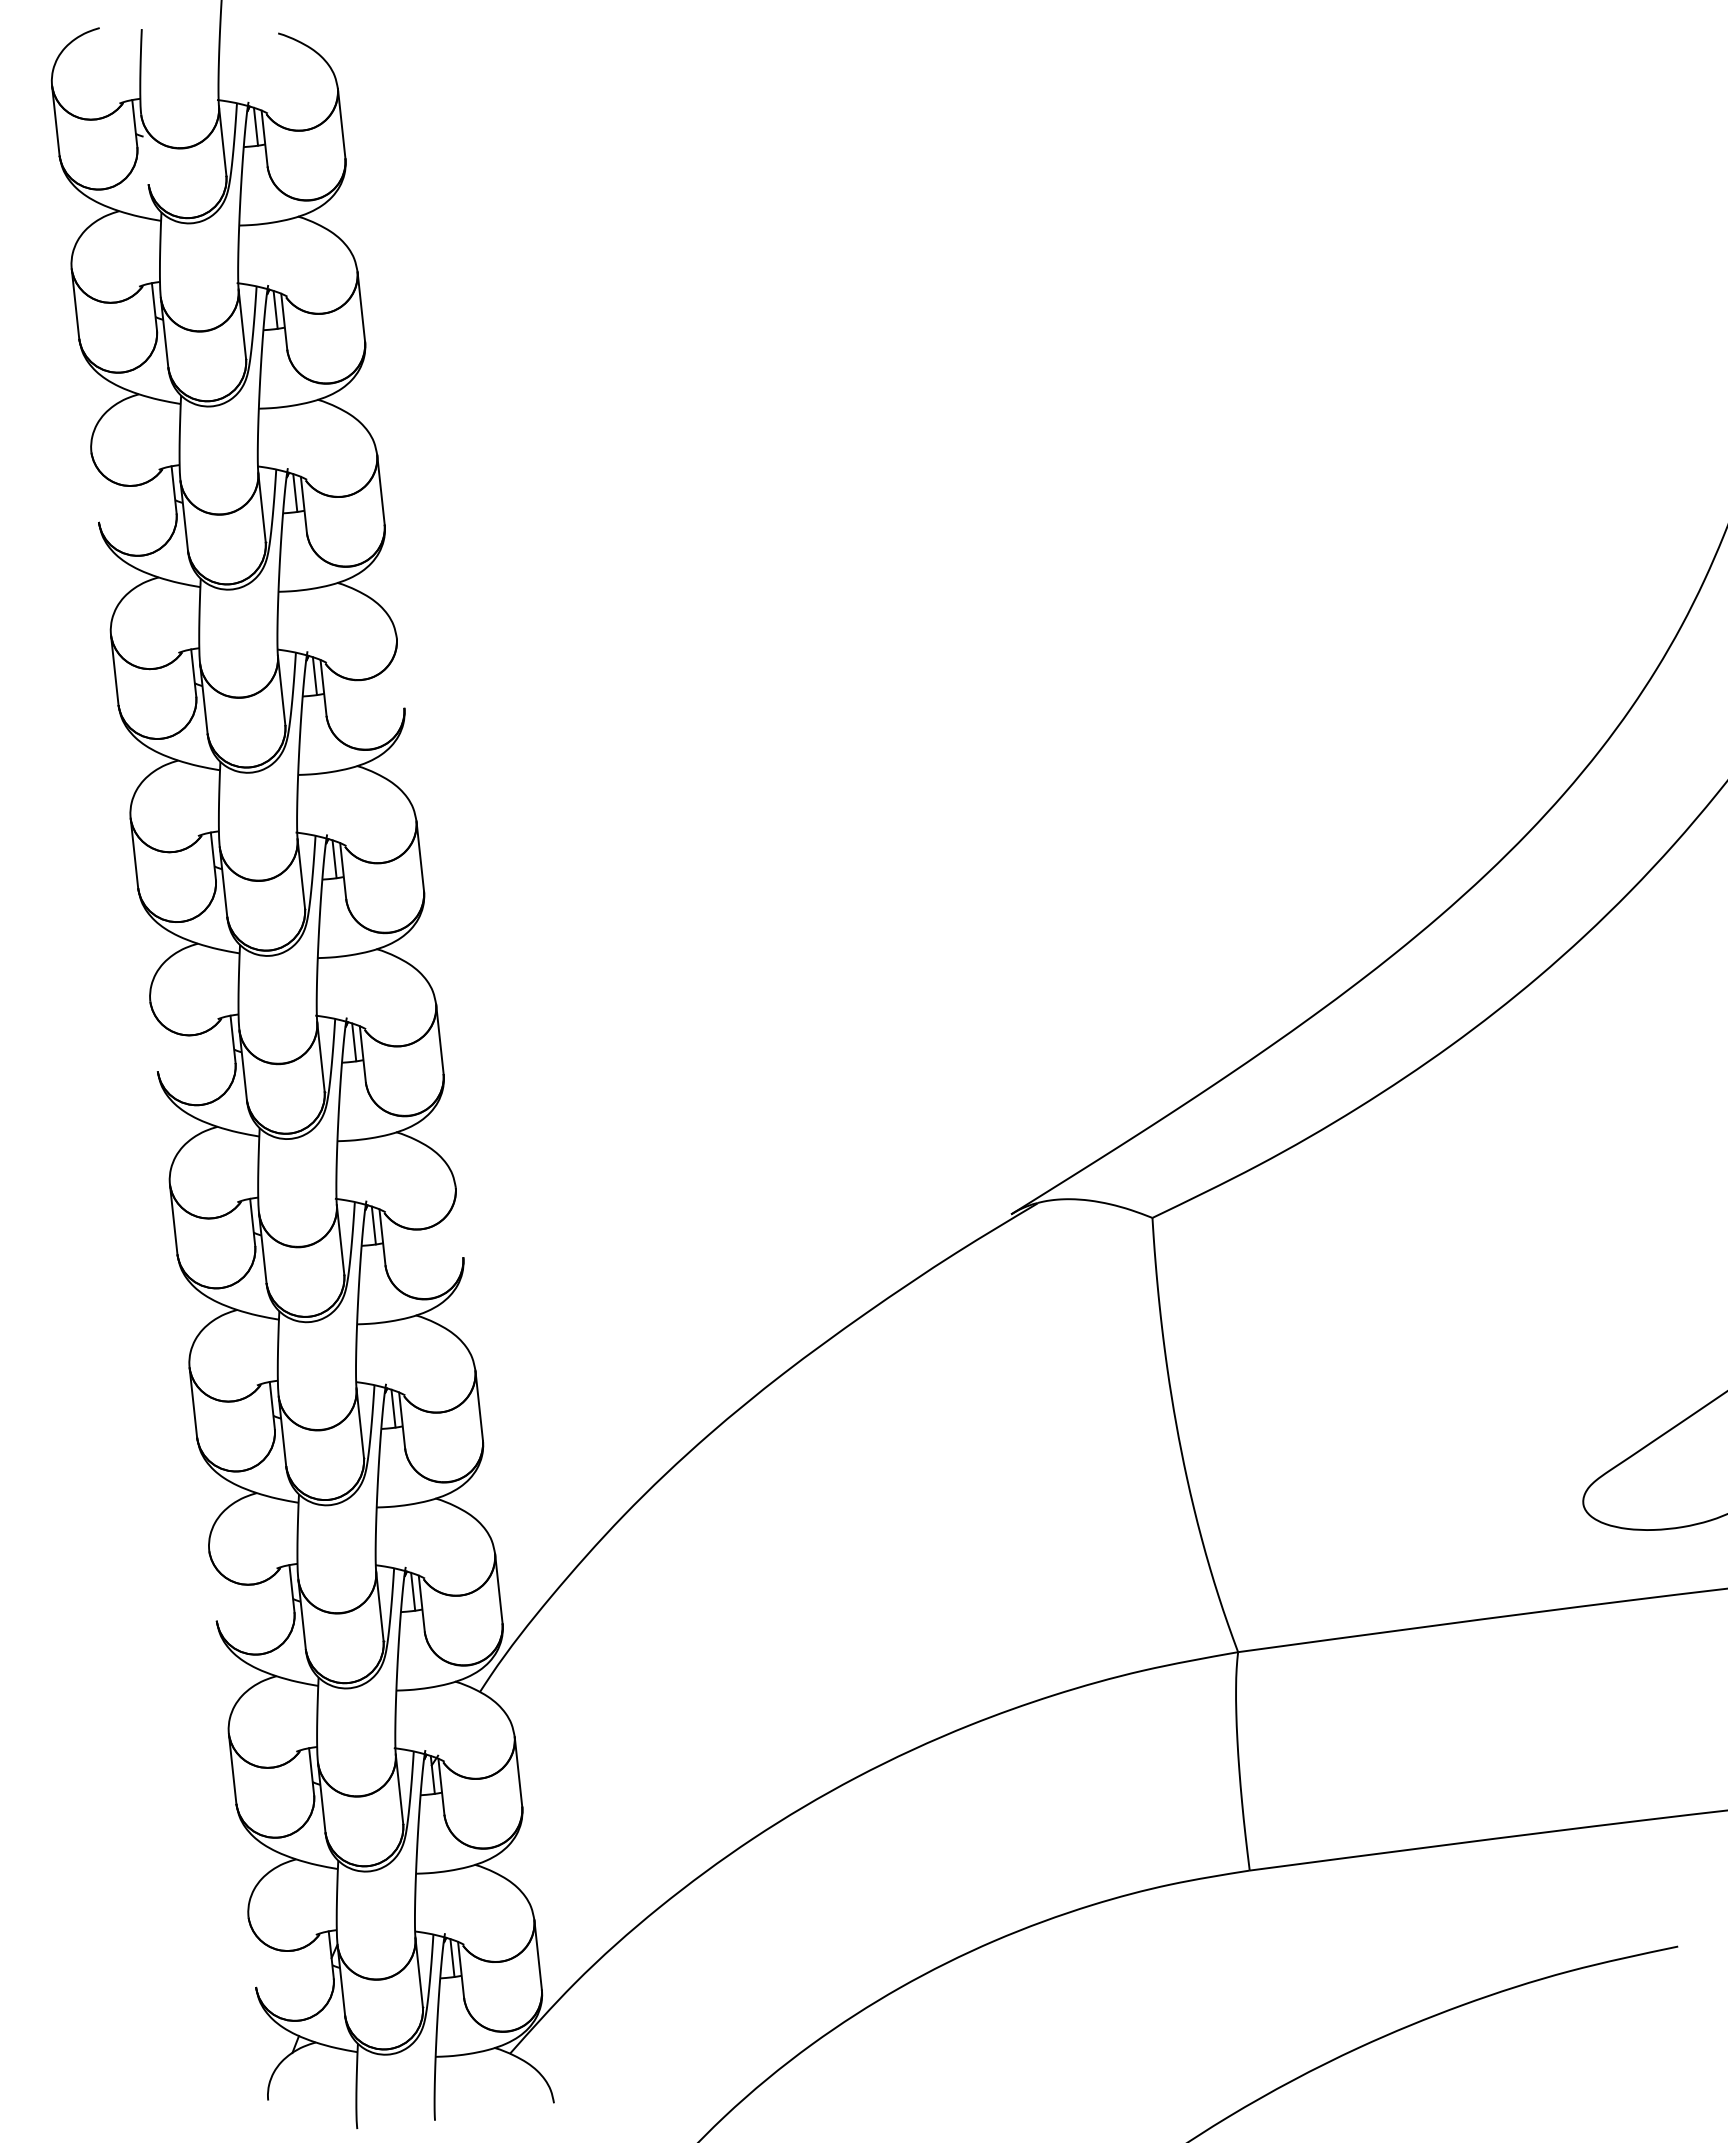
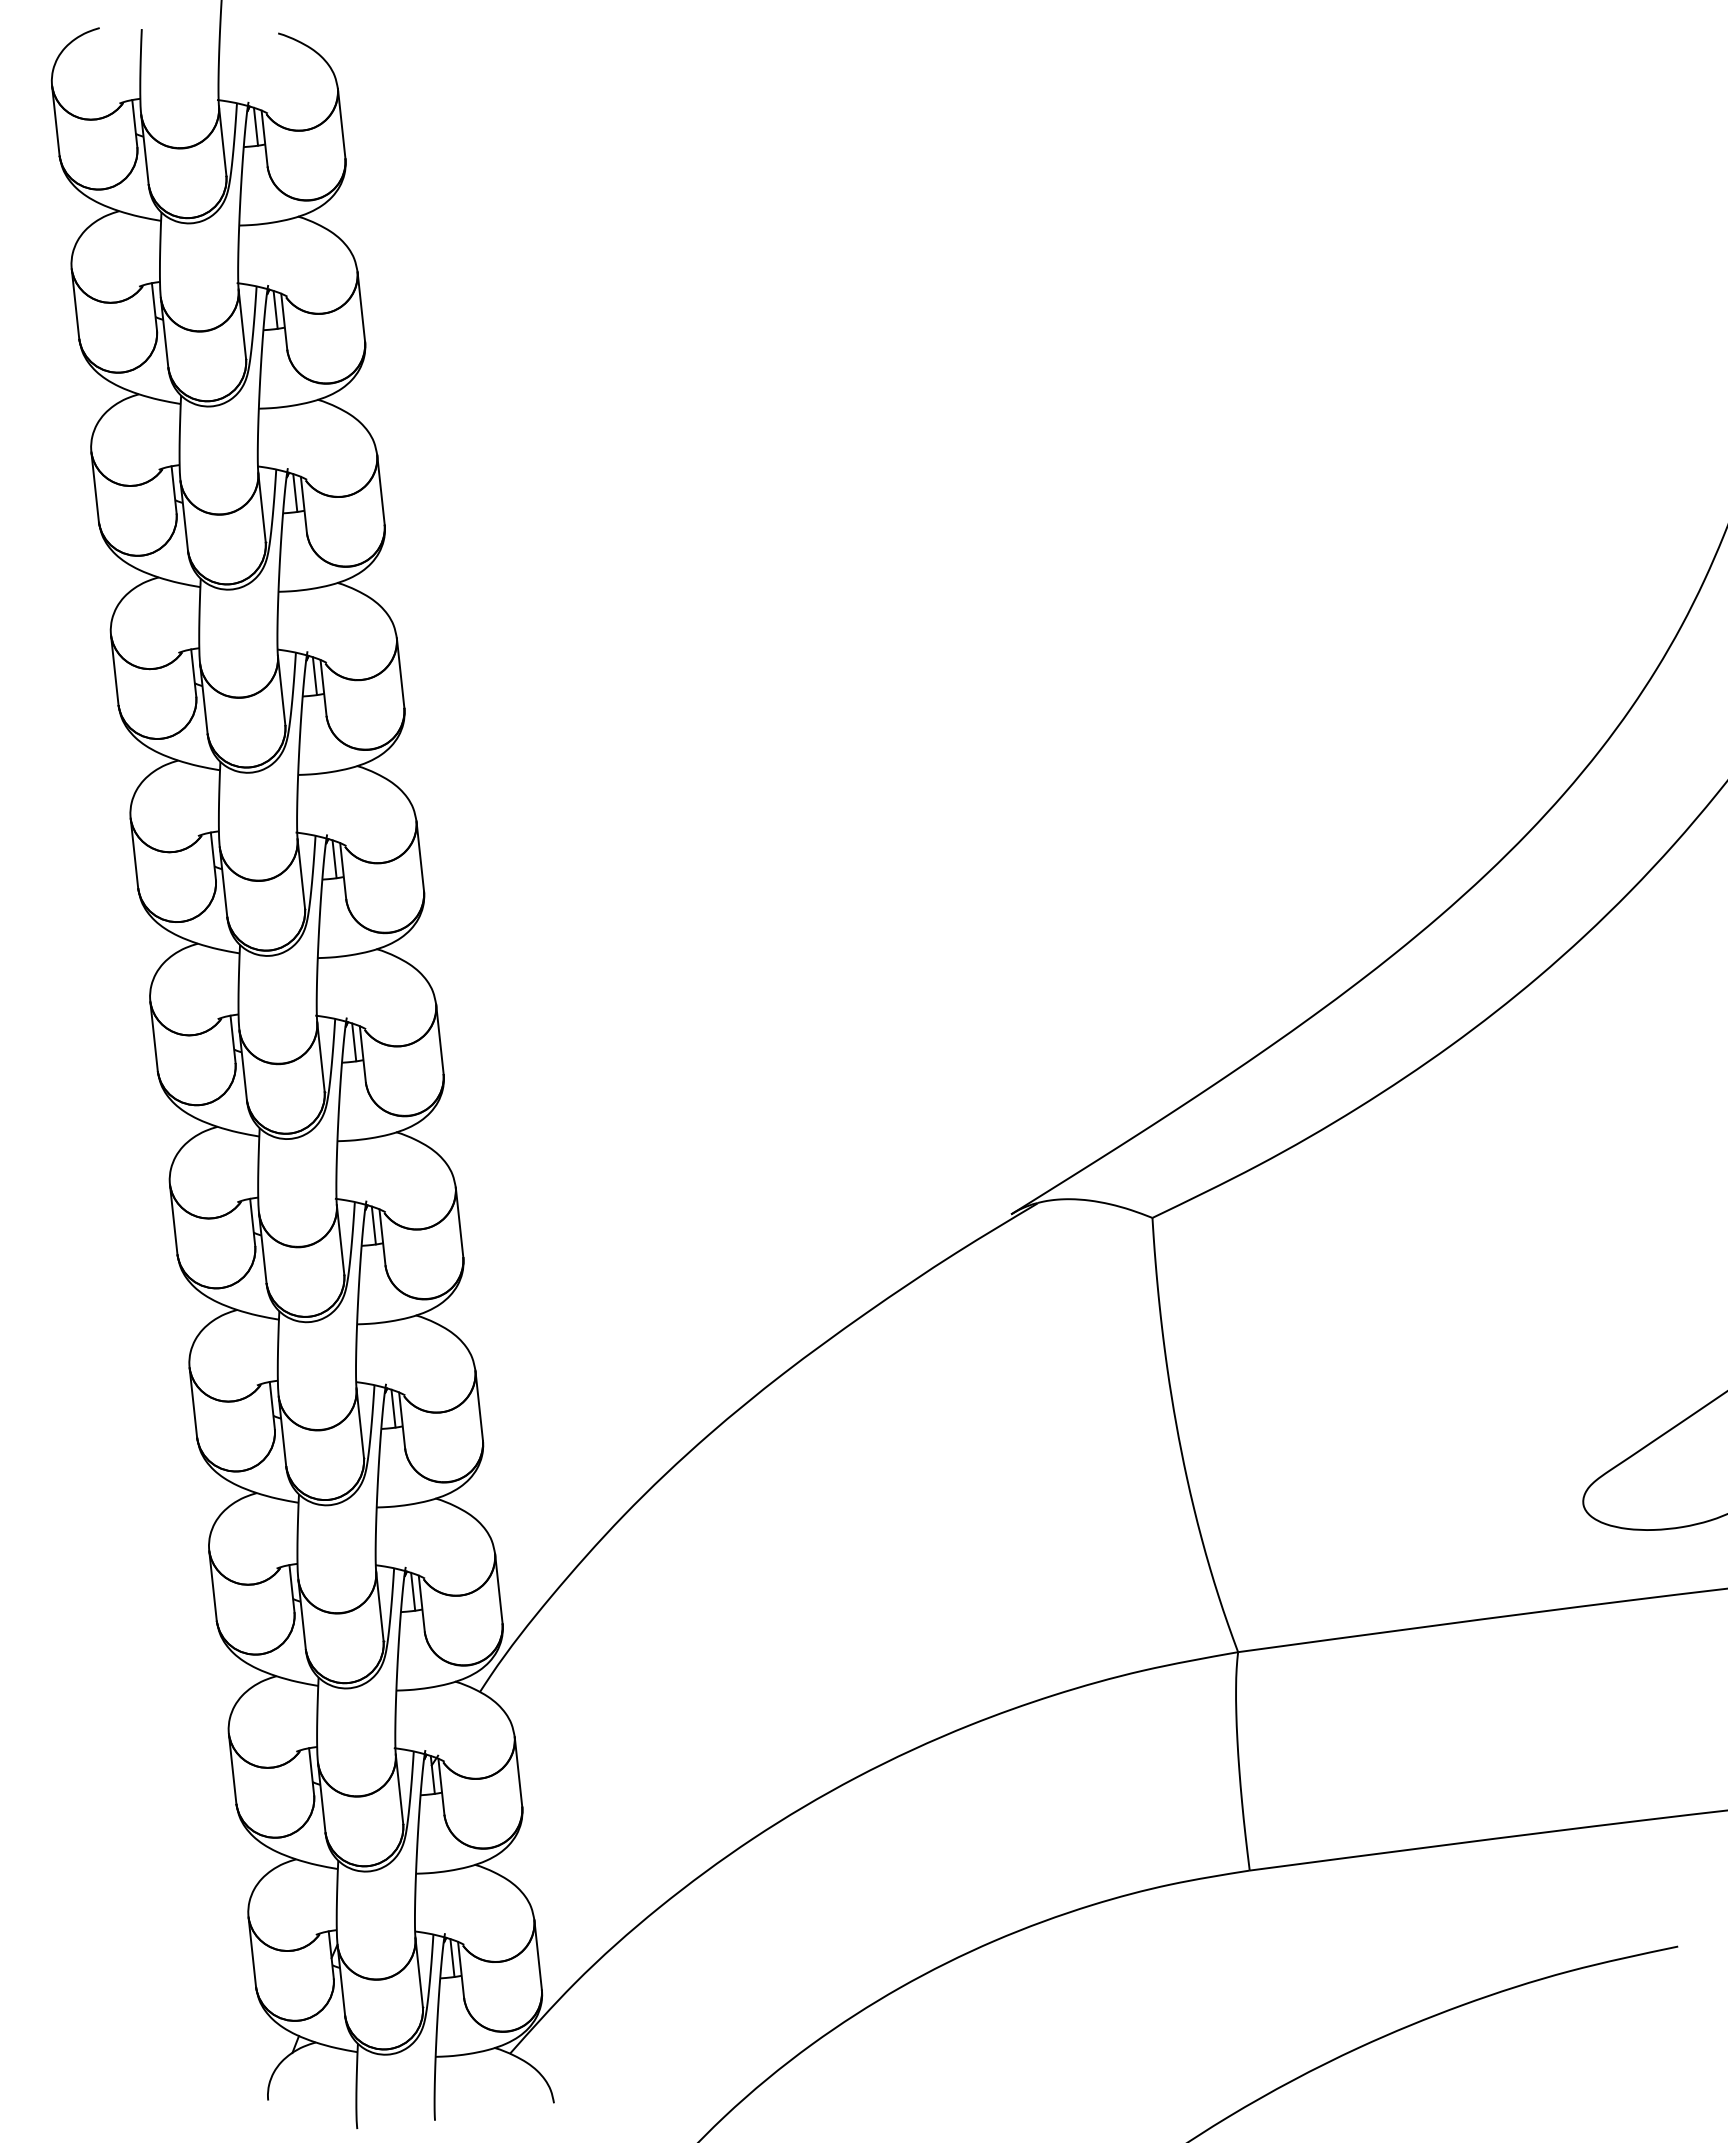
line at (144, 149): none -> present
line at (94, 486): none -> present
line at (400, 672): none -> present
line at (153, 1036): none -> present
line at (459, 1222): none -> present
line at (212, 1585): none -> present
line at (252, 1952): none -> present
